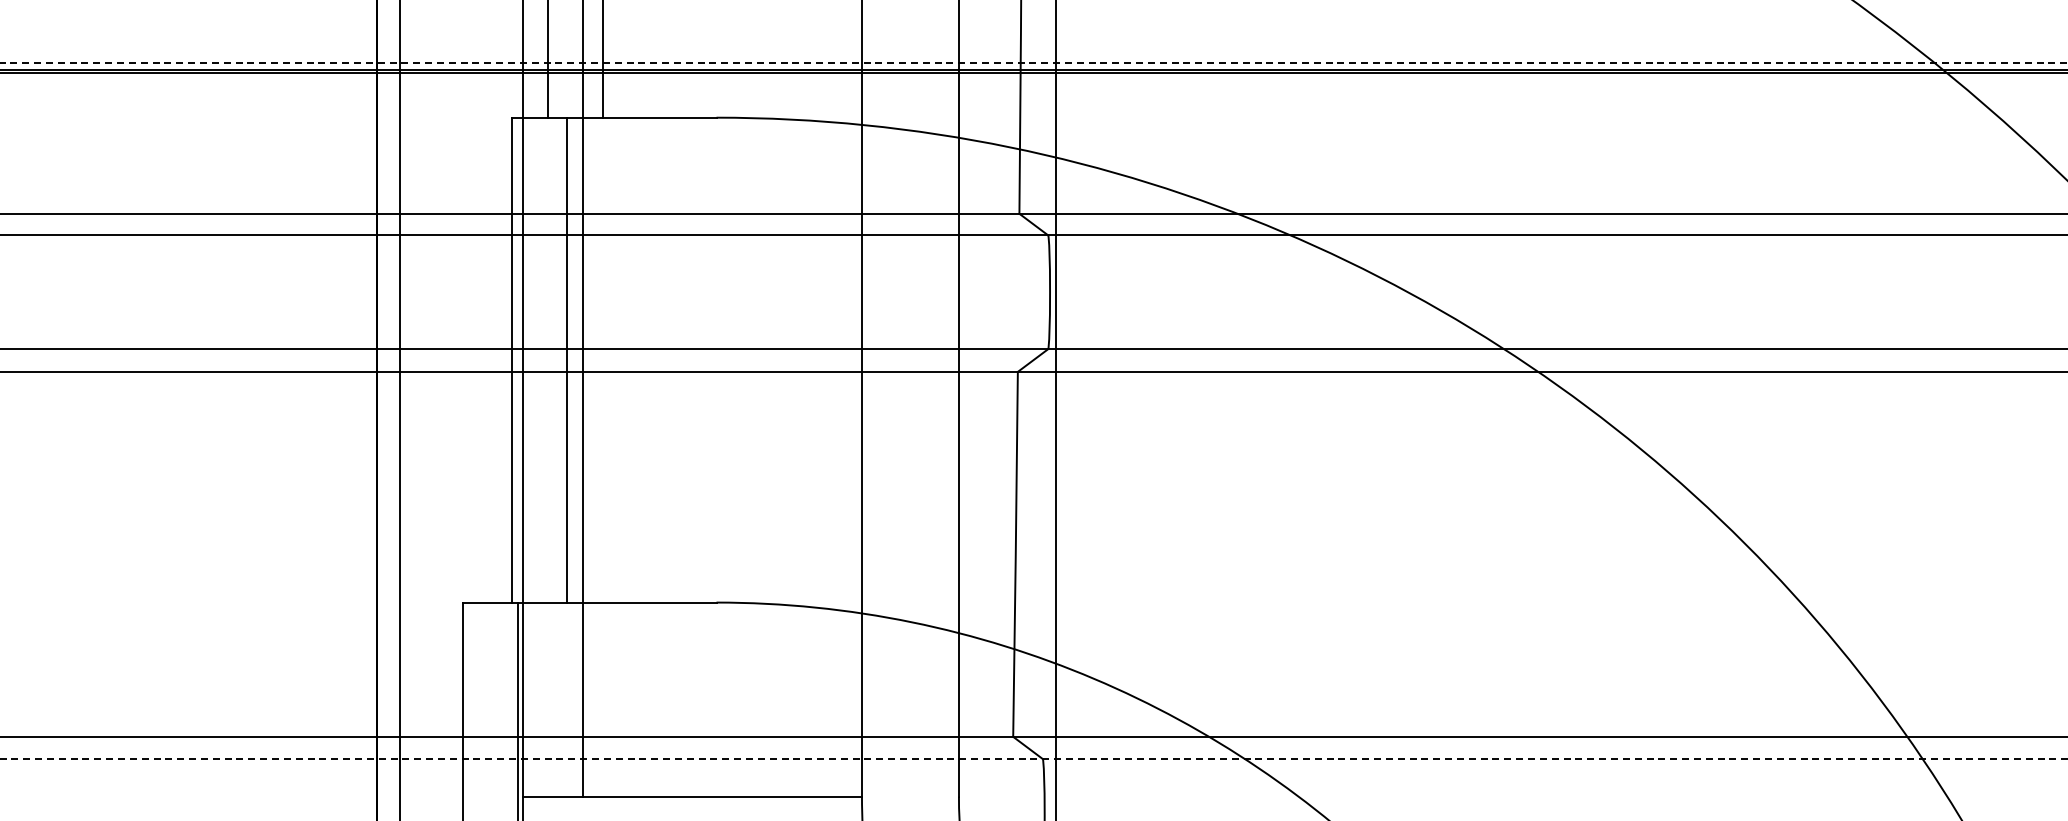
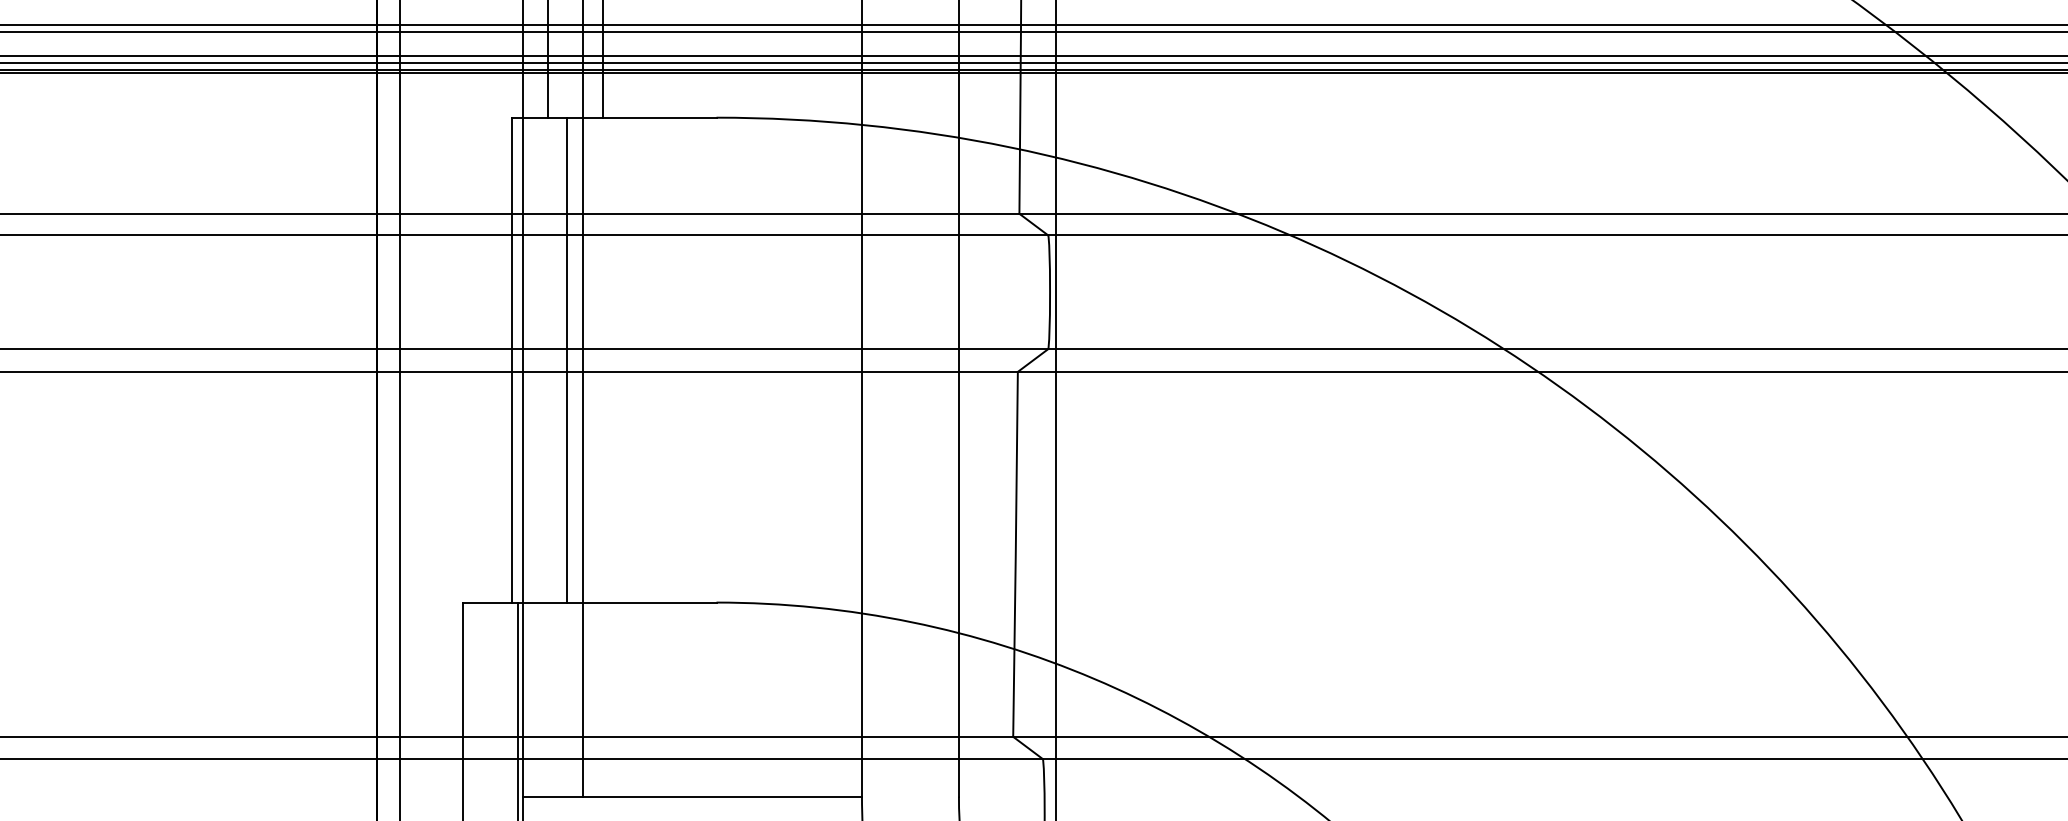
line at (1033, 25): none -> present
line at (1033, 32): none -> present
line at (1033, 56): none -> present
line at (1033, 62): dashed -> solid
line at (1034, 759): dashed -> solid
